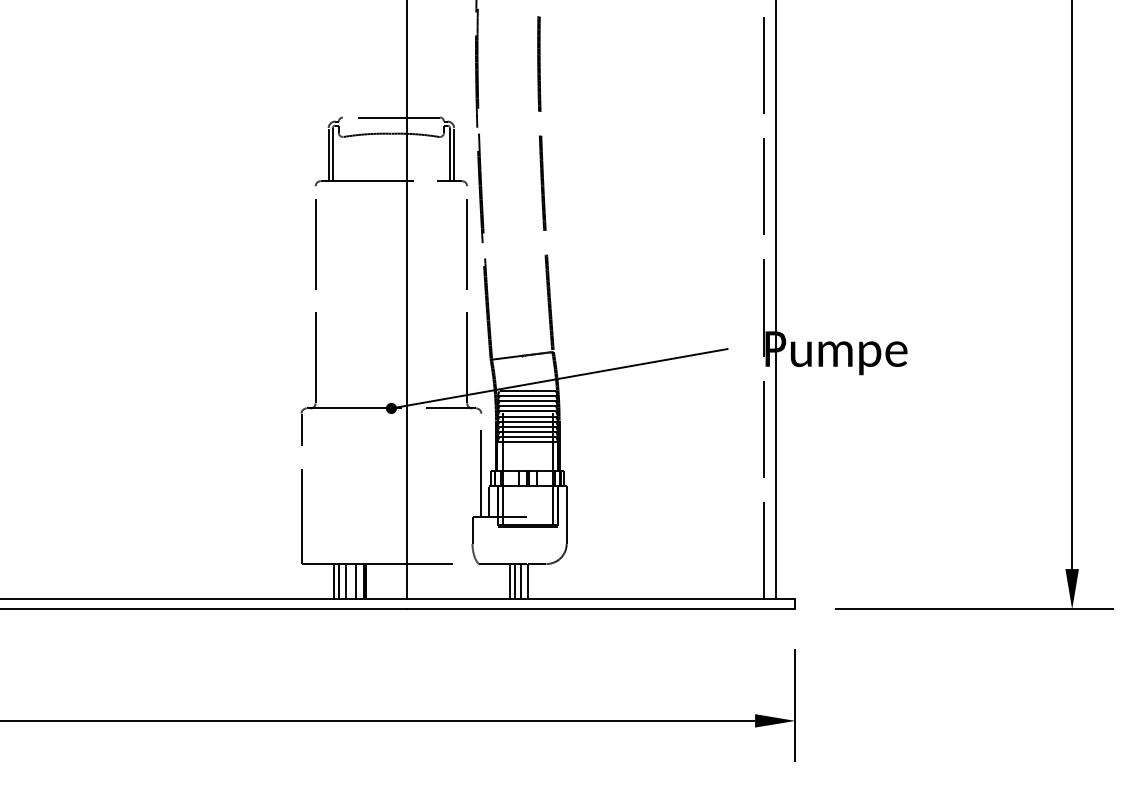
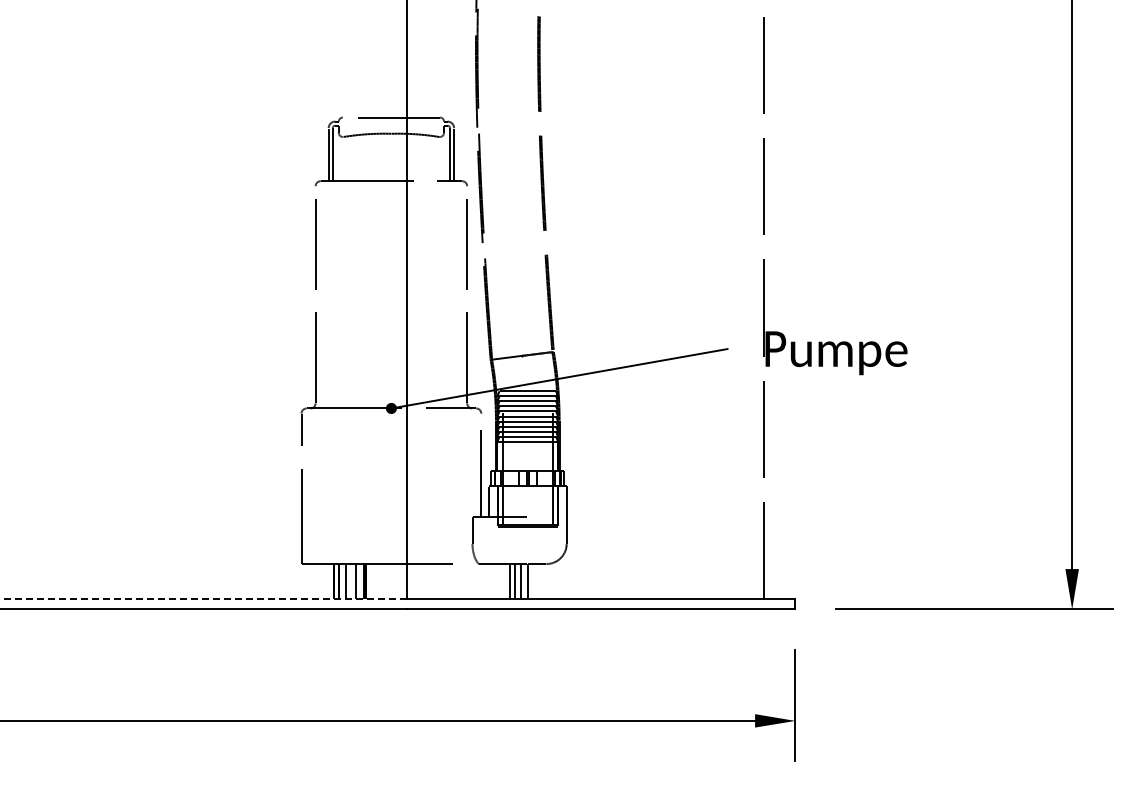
line at (776, 300): present -> none
line at (203, 599): solid -> dashed
